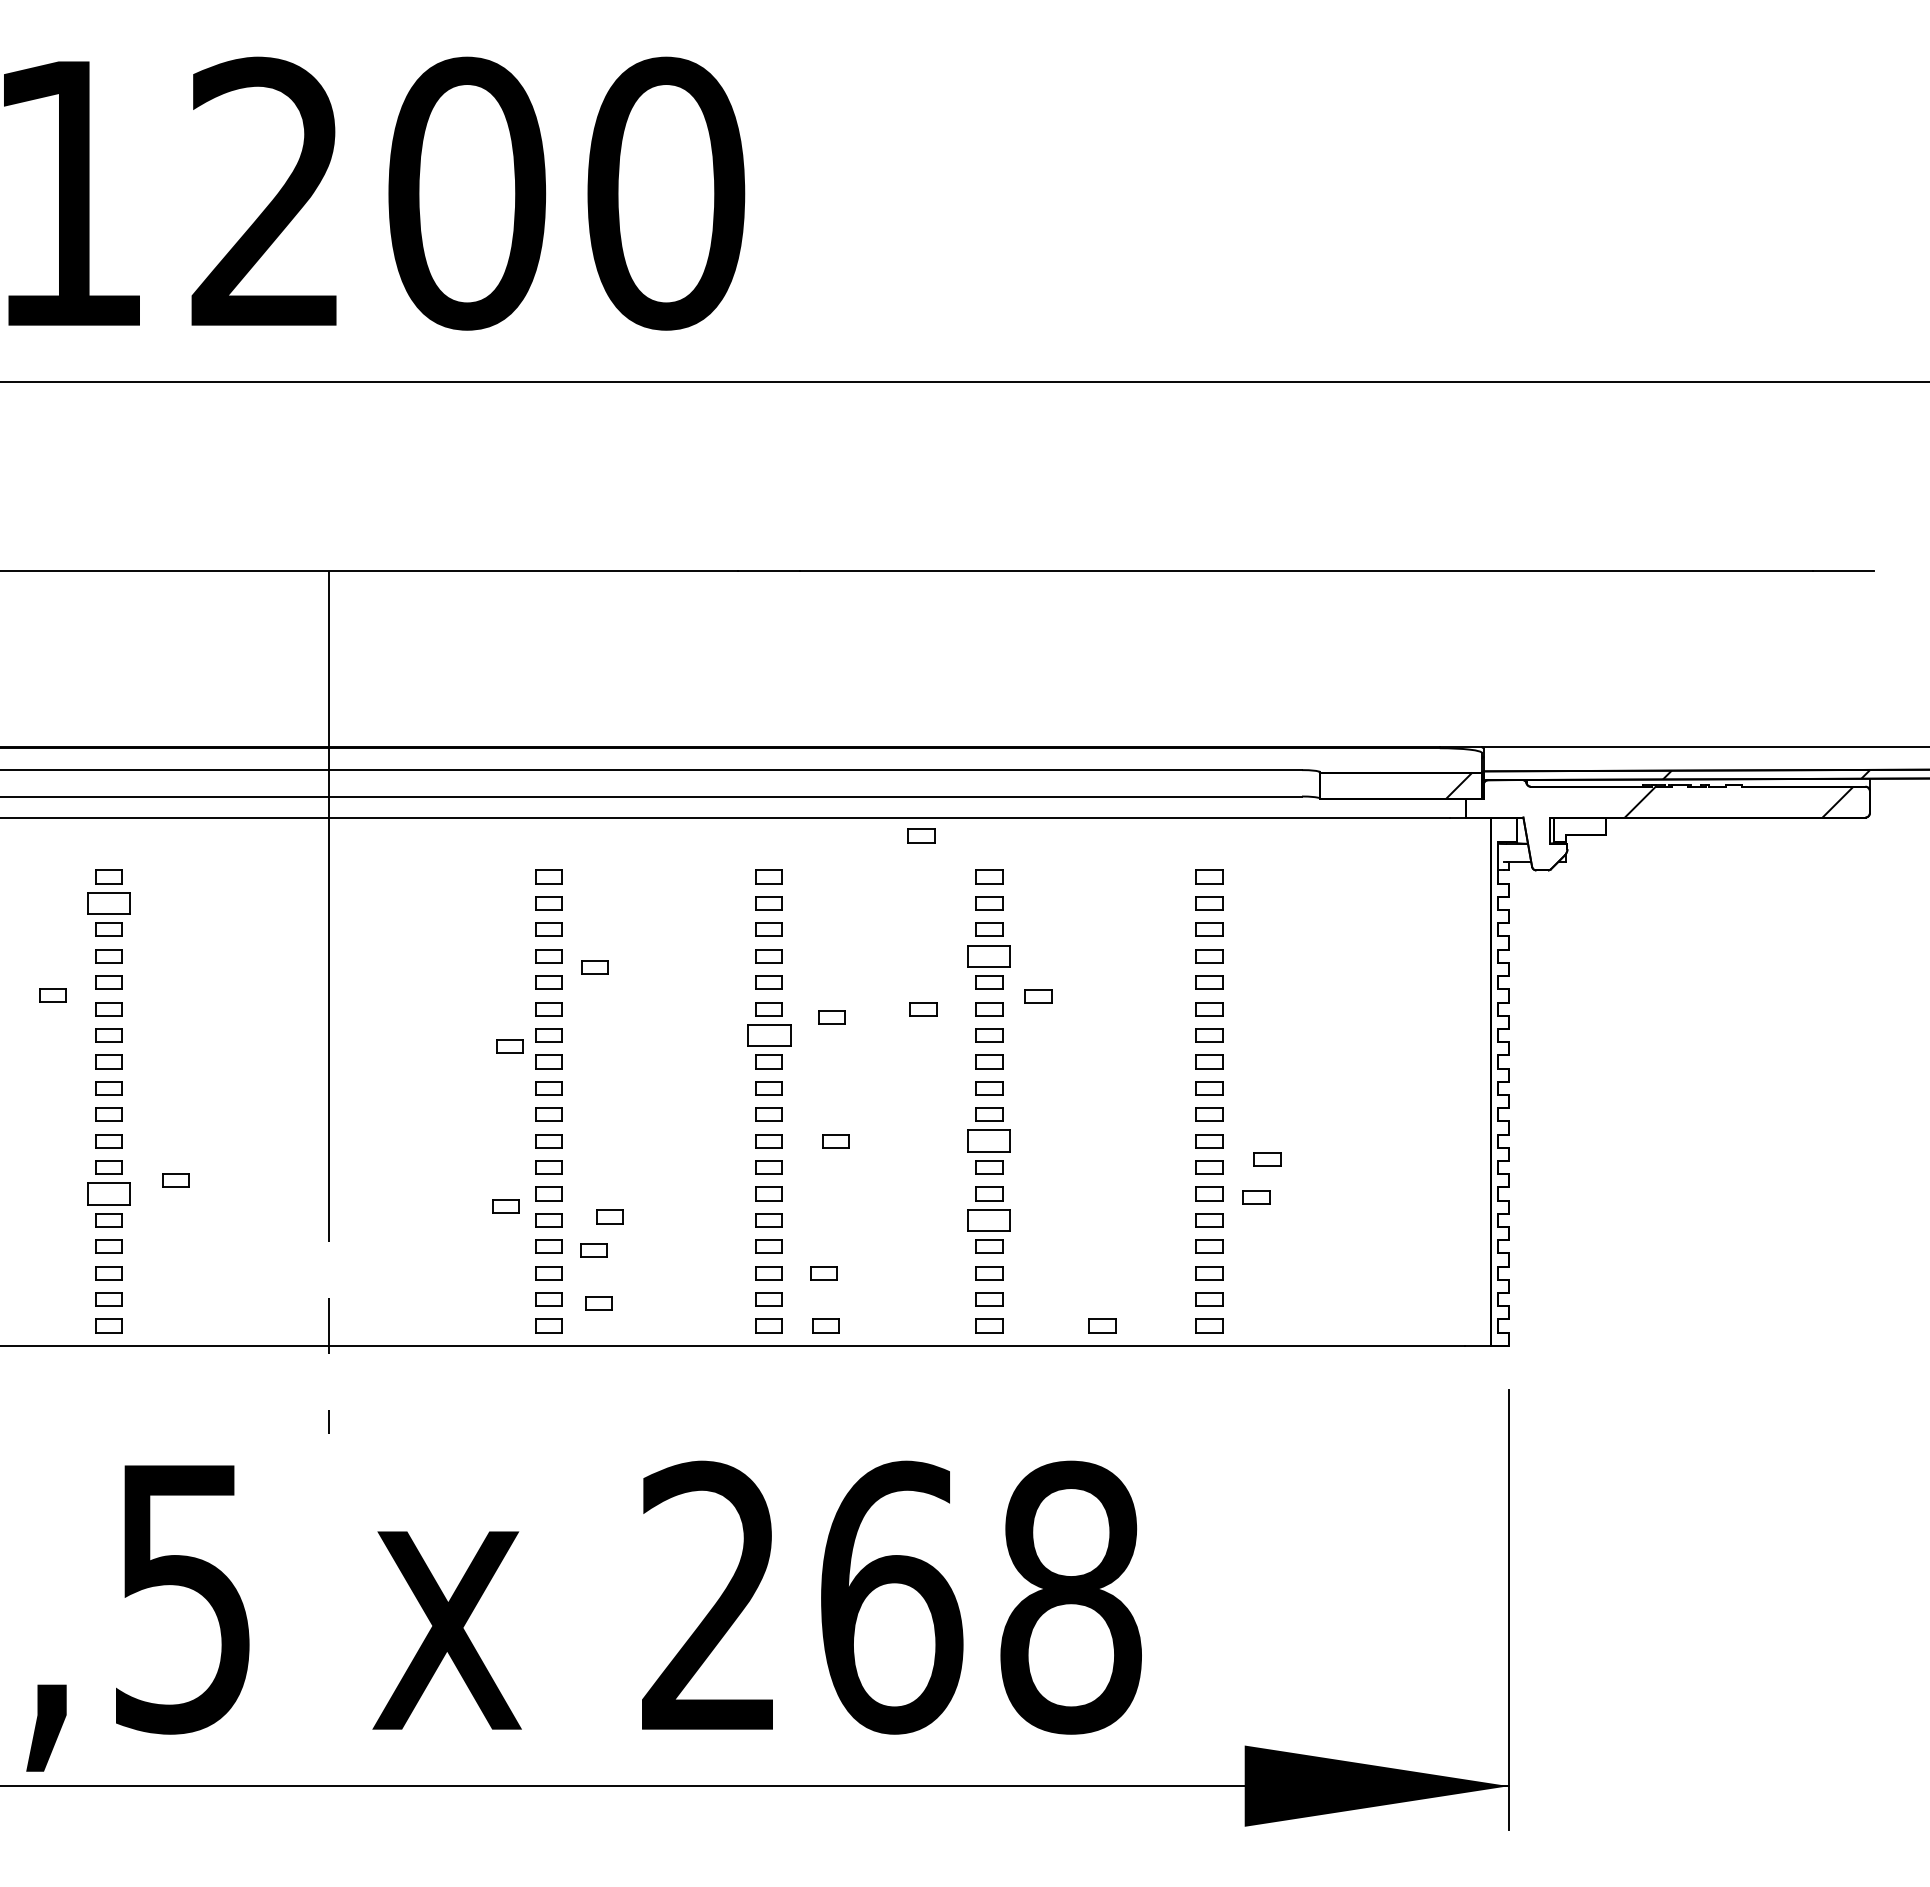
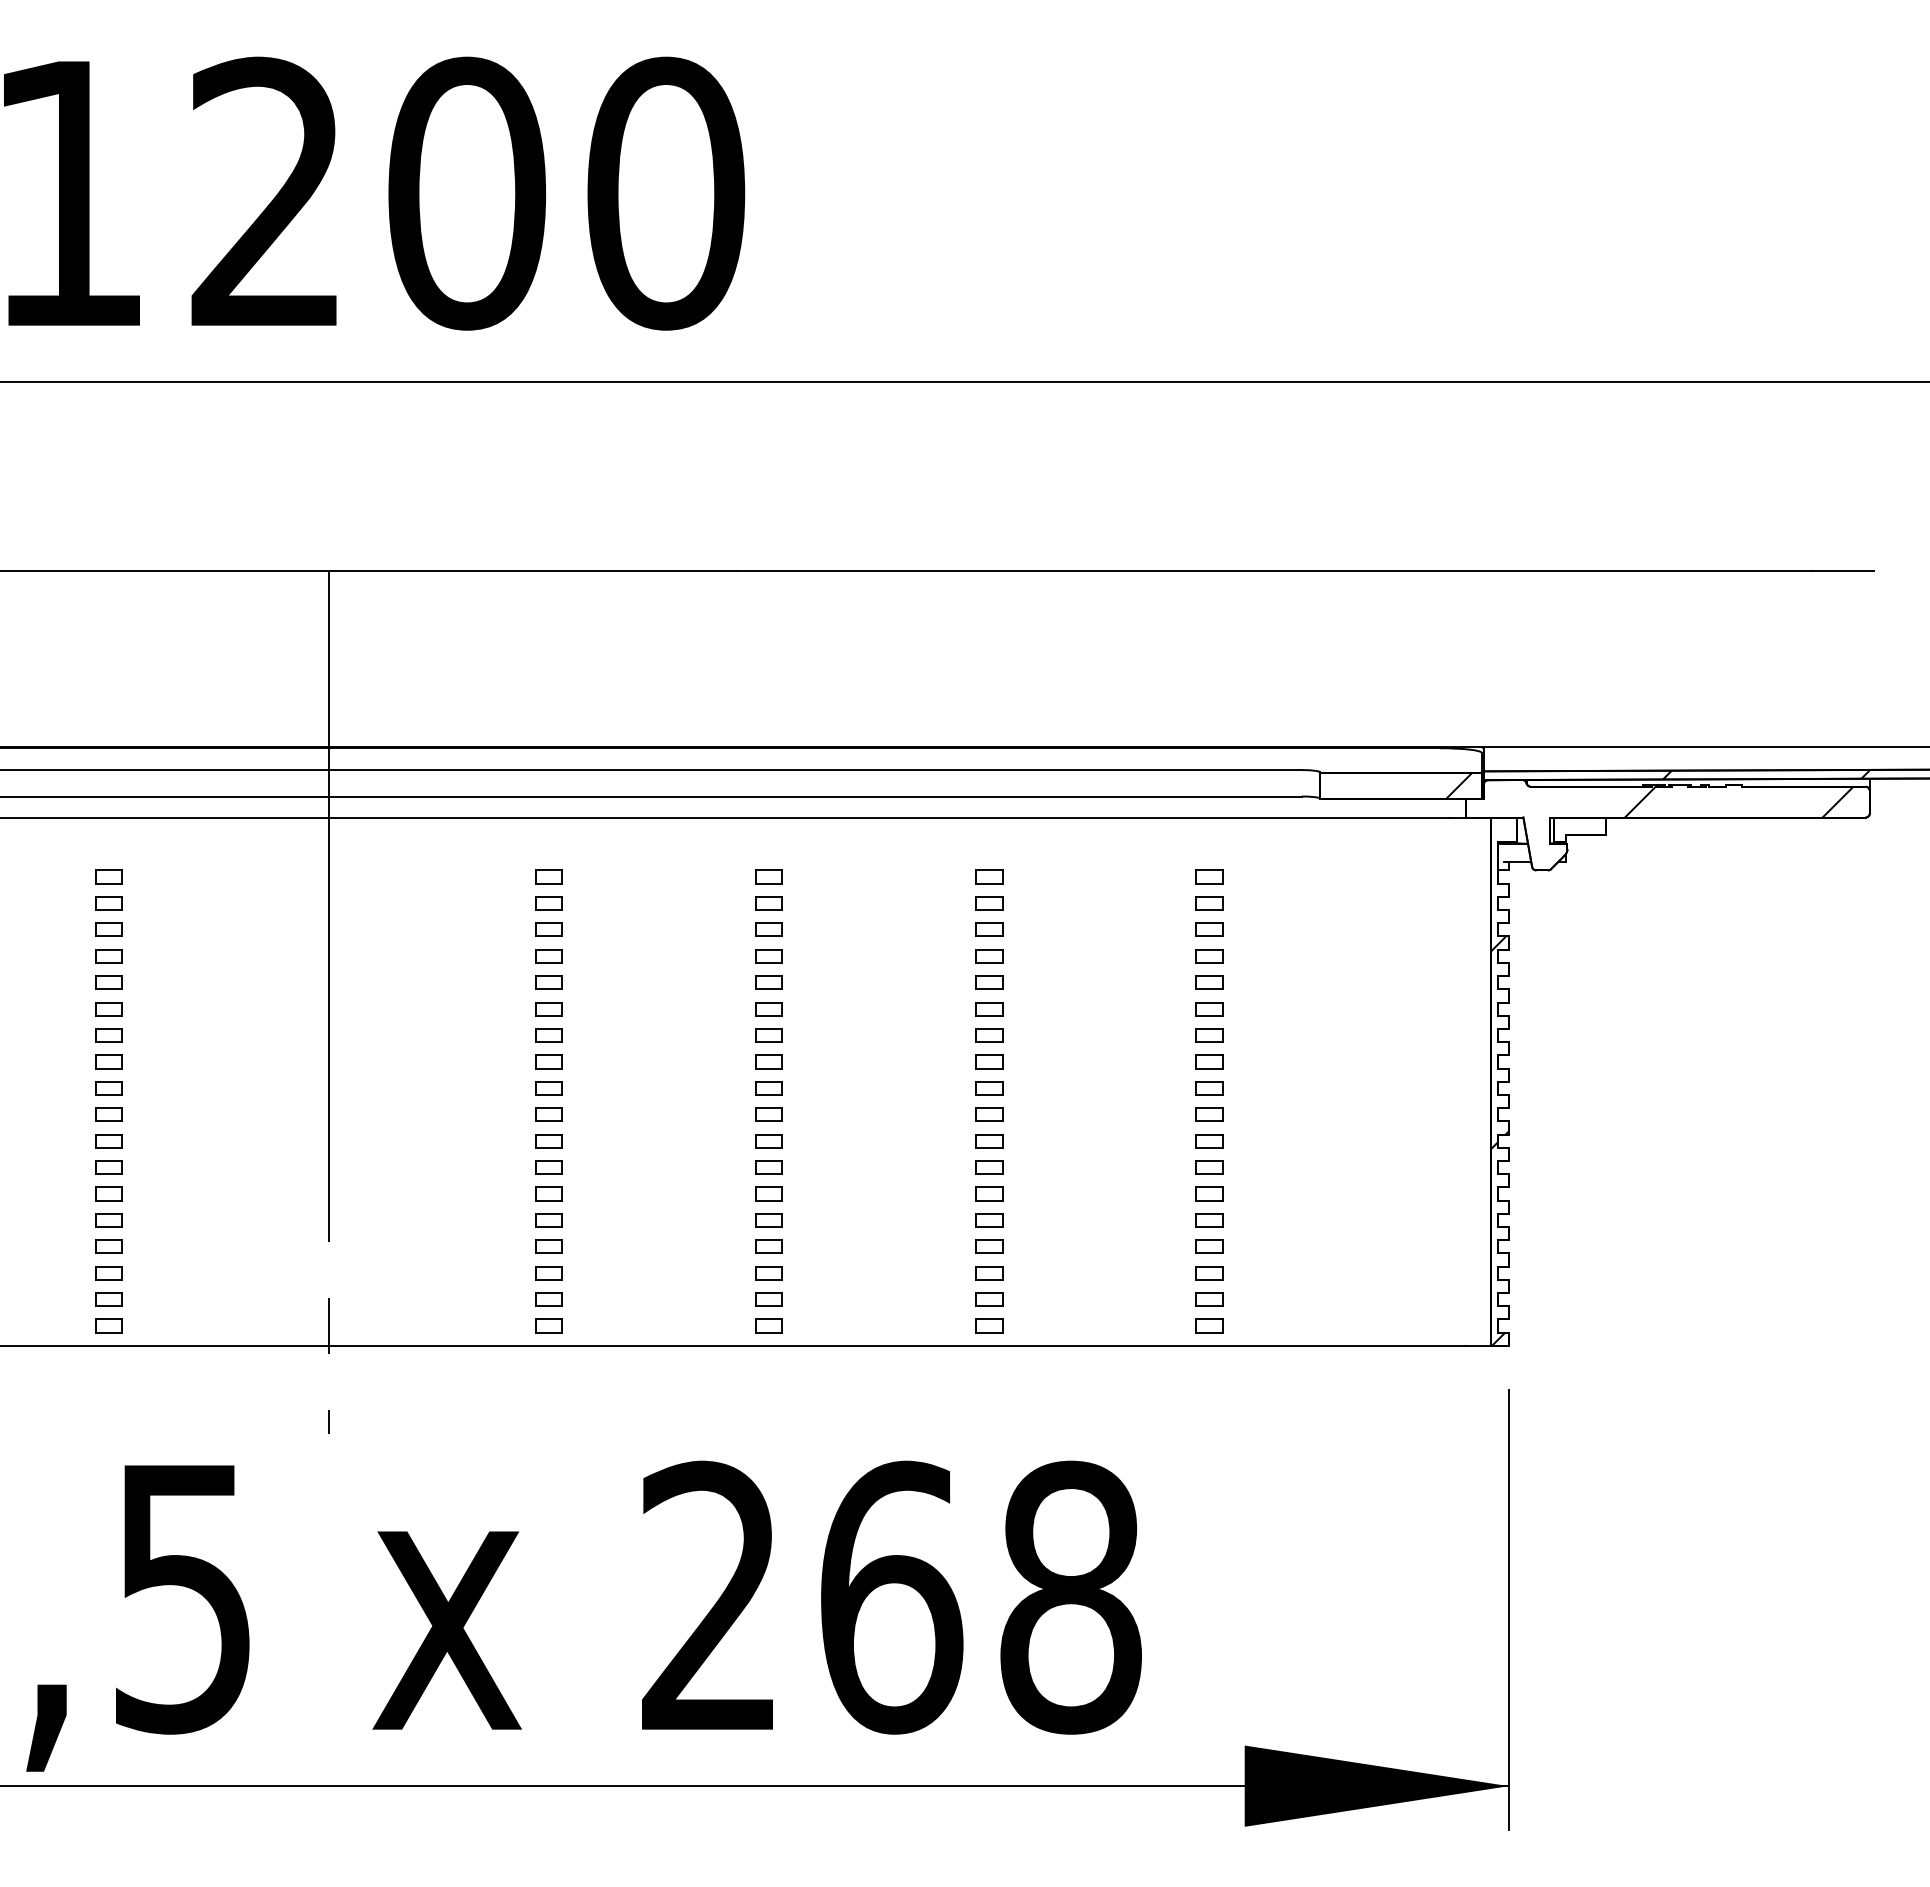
part at (921, 835): present -> none
part at (108, 903) size: 44x23 px -> 28x15 px
part at (988, 956) size: 44x23 px -> 29x15 px
part at (594, 967): present -> none
part at (52, 995): present -> none
part at (1038, 996): present -> none
part at (923, 1009): present -> none
part at (831, 1017): present -> none
part at (769, 1035) size: 45x23 px -> 28x15 px
part at (509, 1046): present -> none
part at (988, 1140) size: 44x24 px -> 29x15 px
hatch at (1499, 1140): none -> present
part at (835, 1141): present -> none
part at (1267, 1159): present -> none
part at (175, 1180): present -> none
part at (108, 1193) size: 44x24 px -> 28x16 px
part at (1256, 1197): present -> none
part at (505, 1206): present -> none
part at (609, 1216): present -> none
part at (988, 1220) size: 44x23 px -> 29x15 px
part at (593, 1250): present -> none
part at (823, 1273): present -> none
part at (598, 1303): present -> none
part at (825, 1325): present -> none
part at (1102, 1325): present -> none
